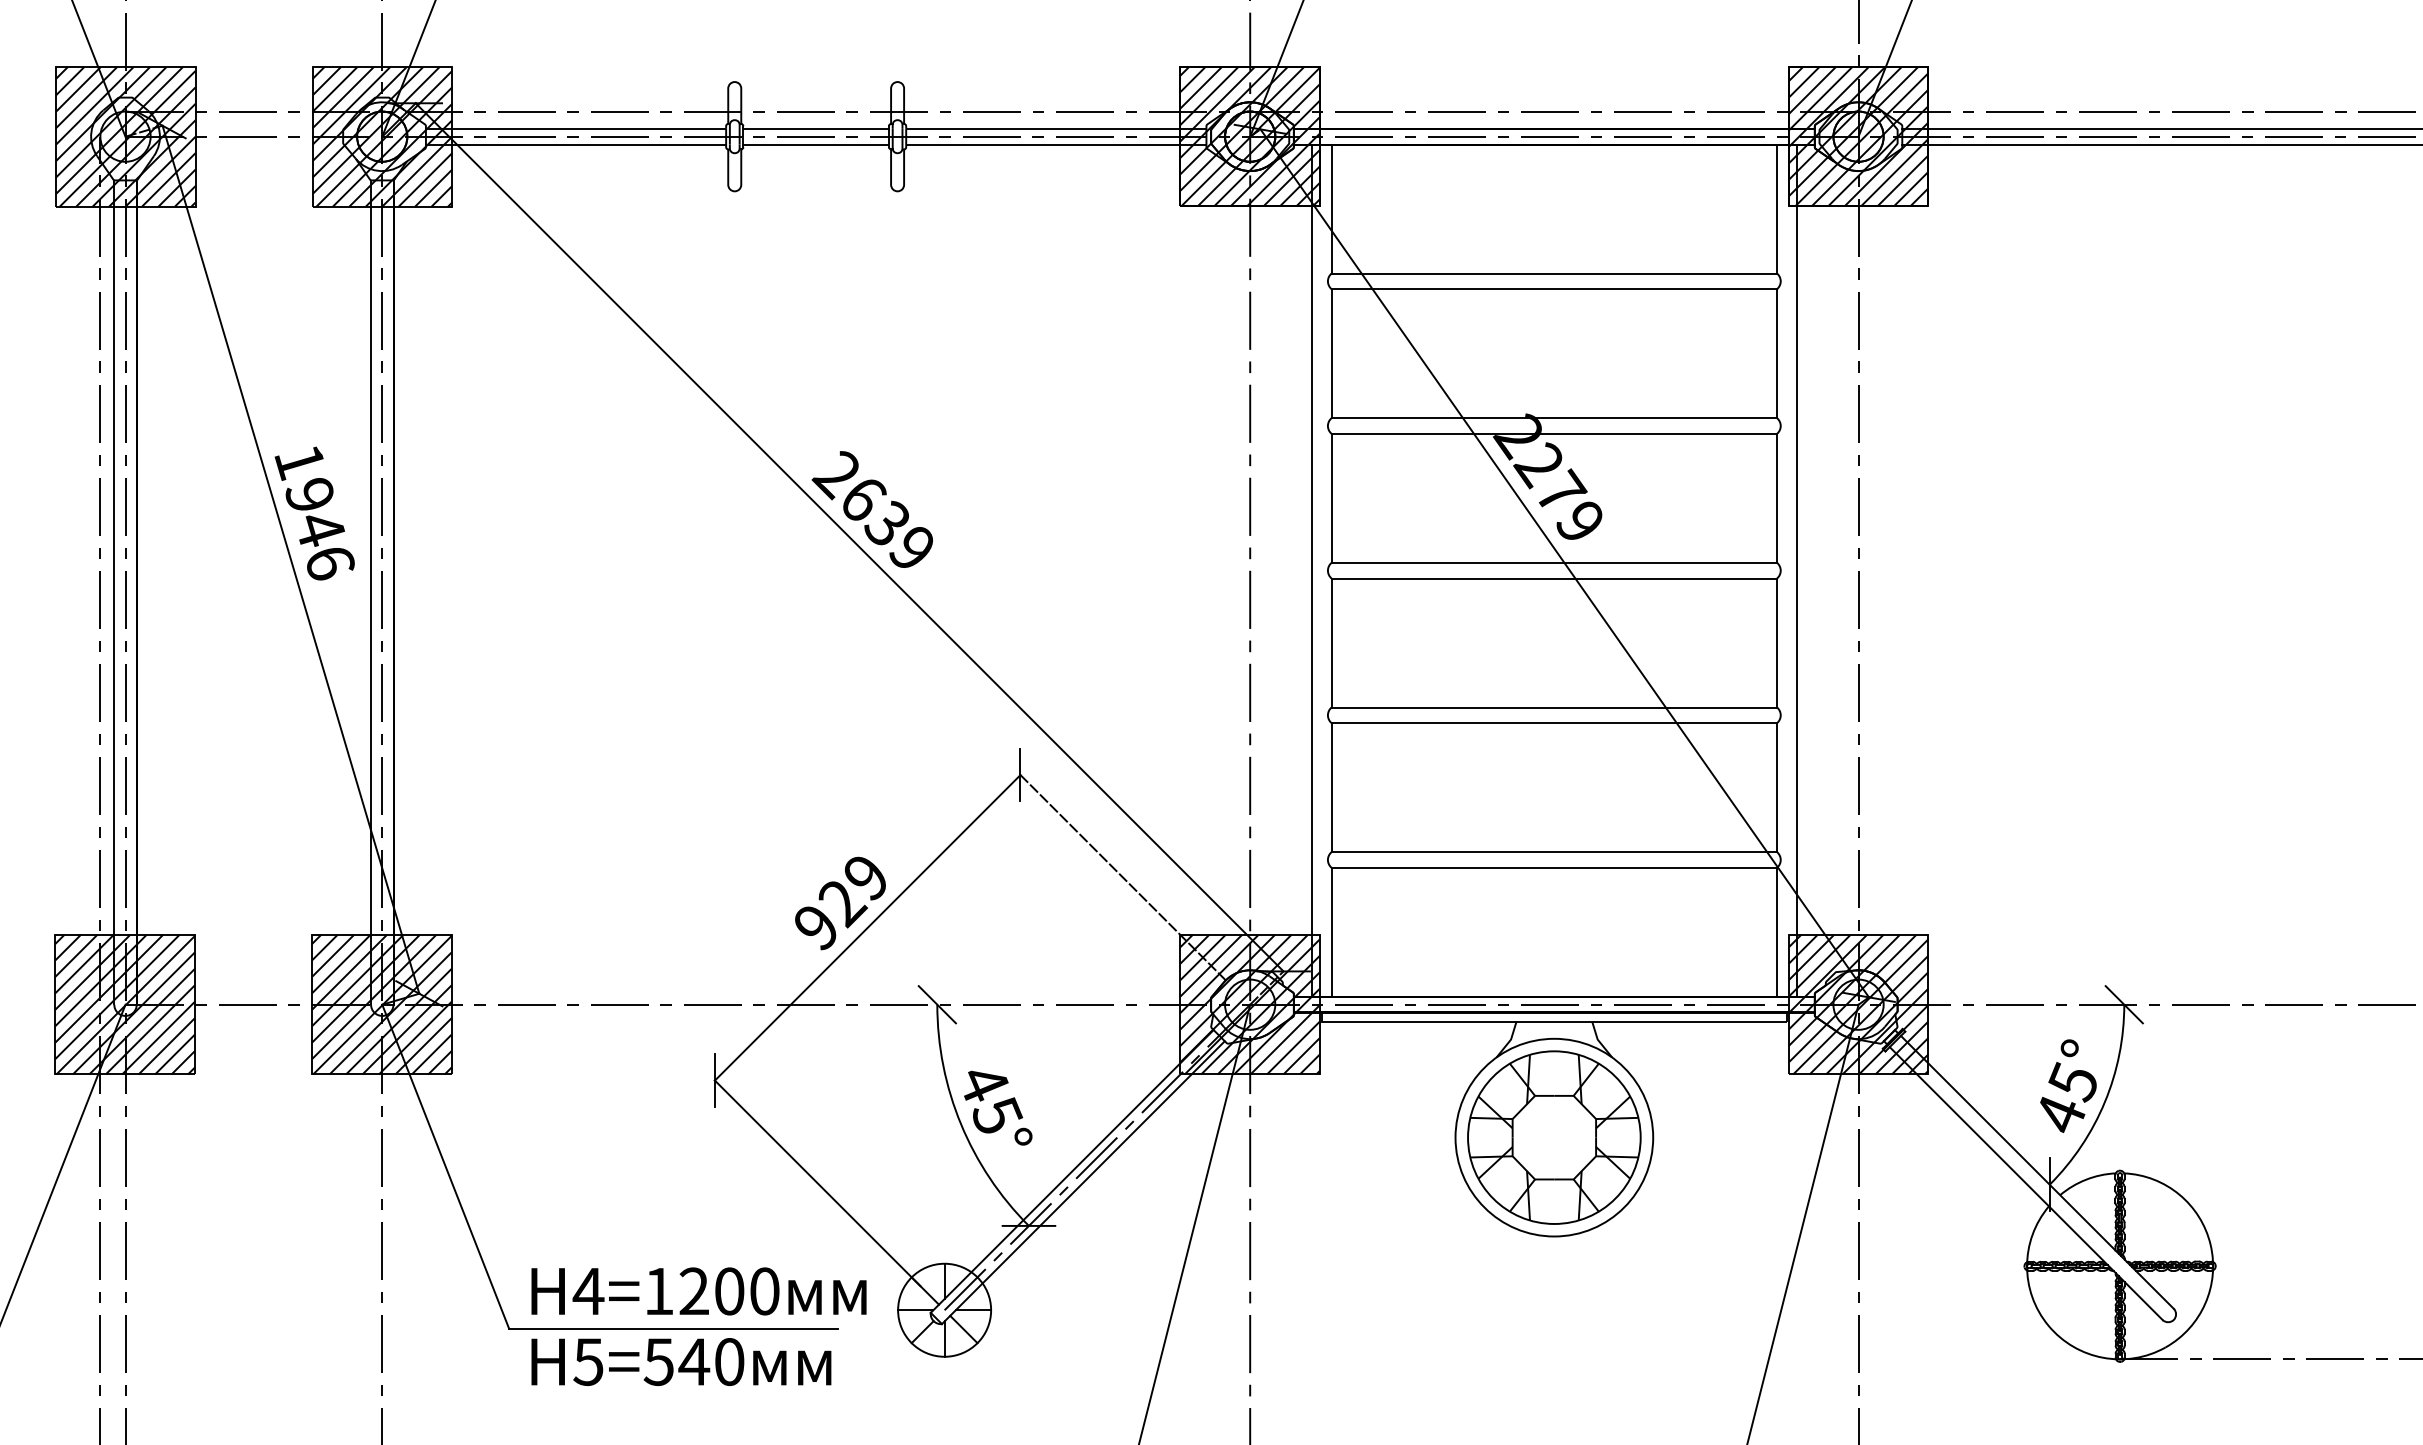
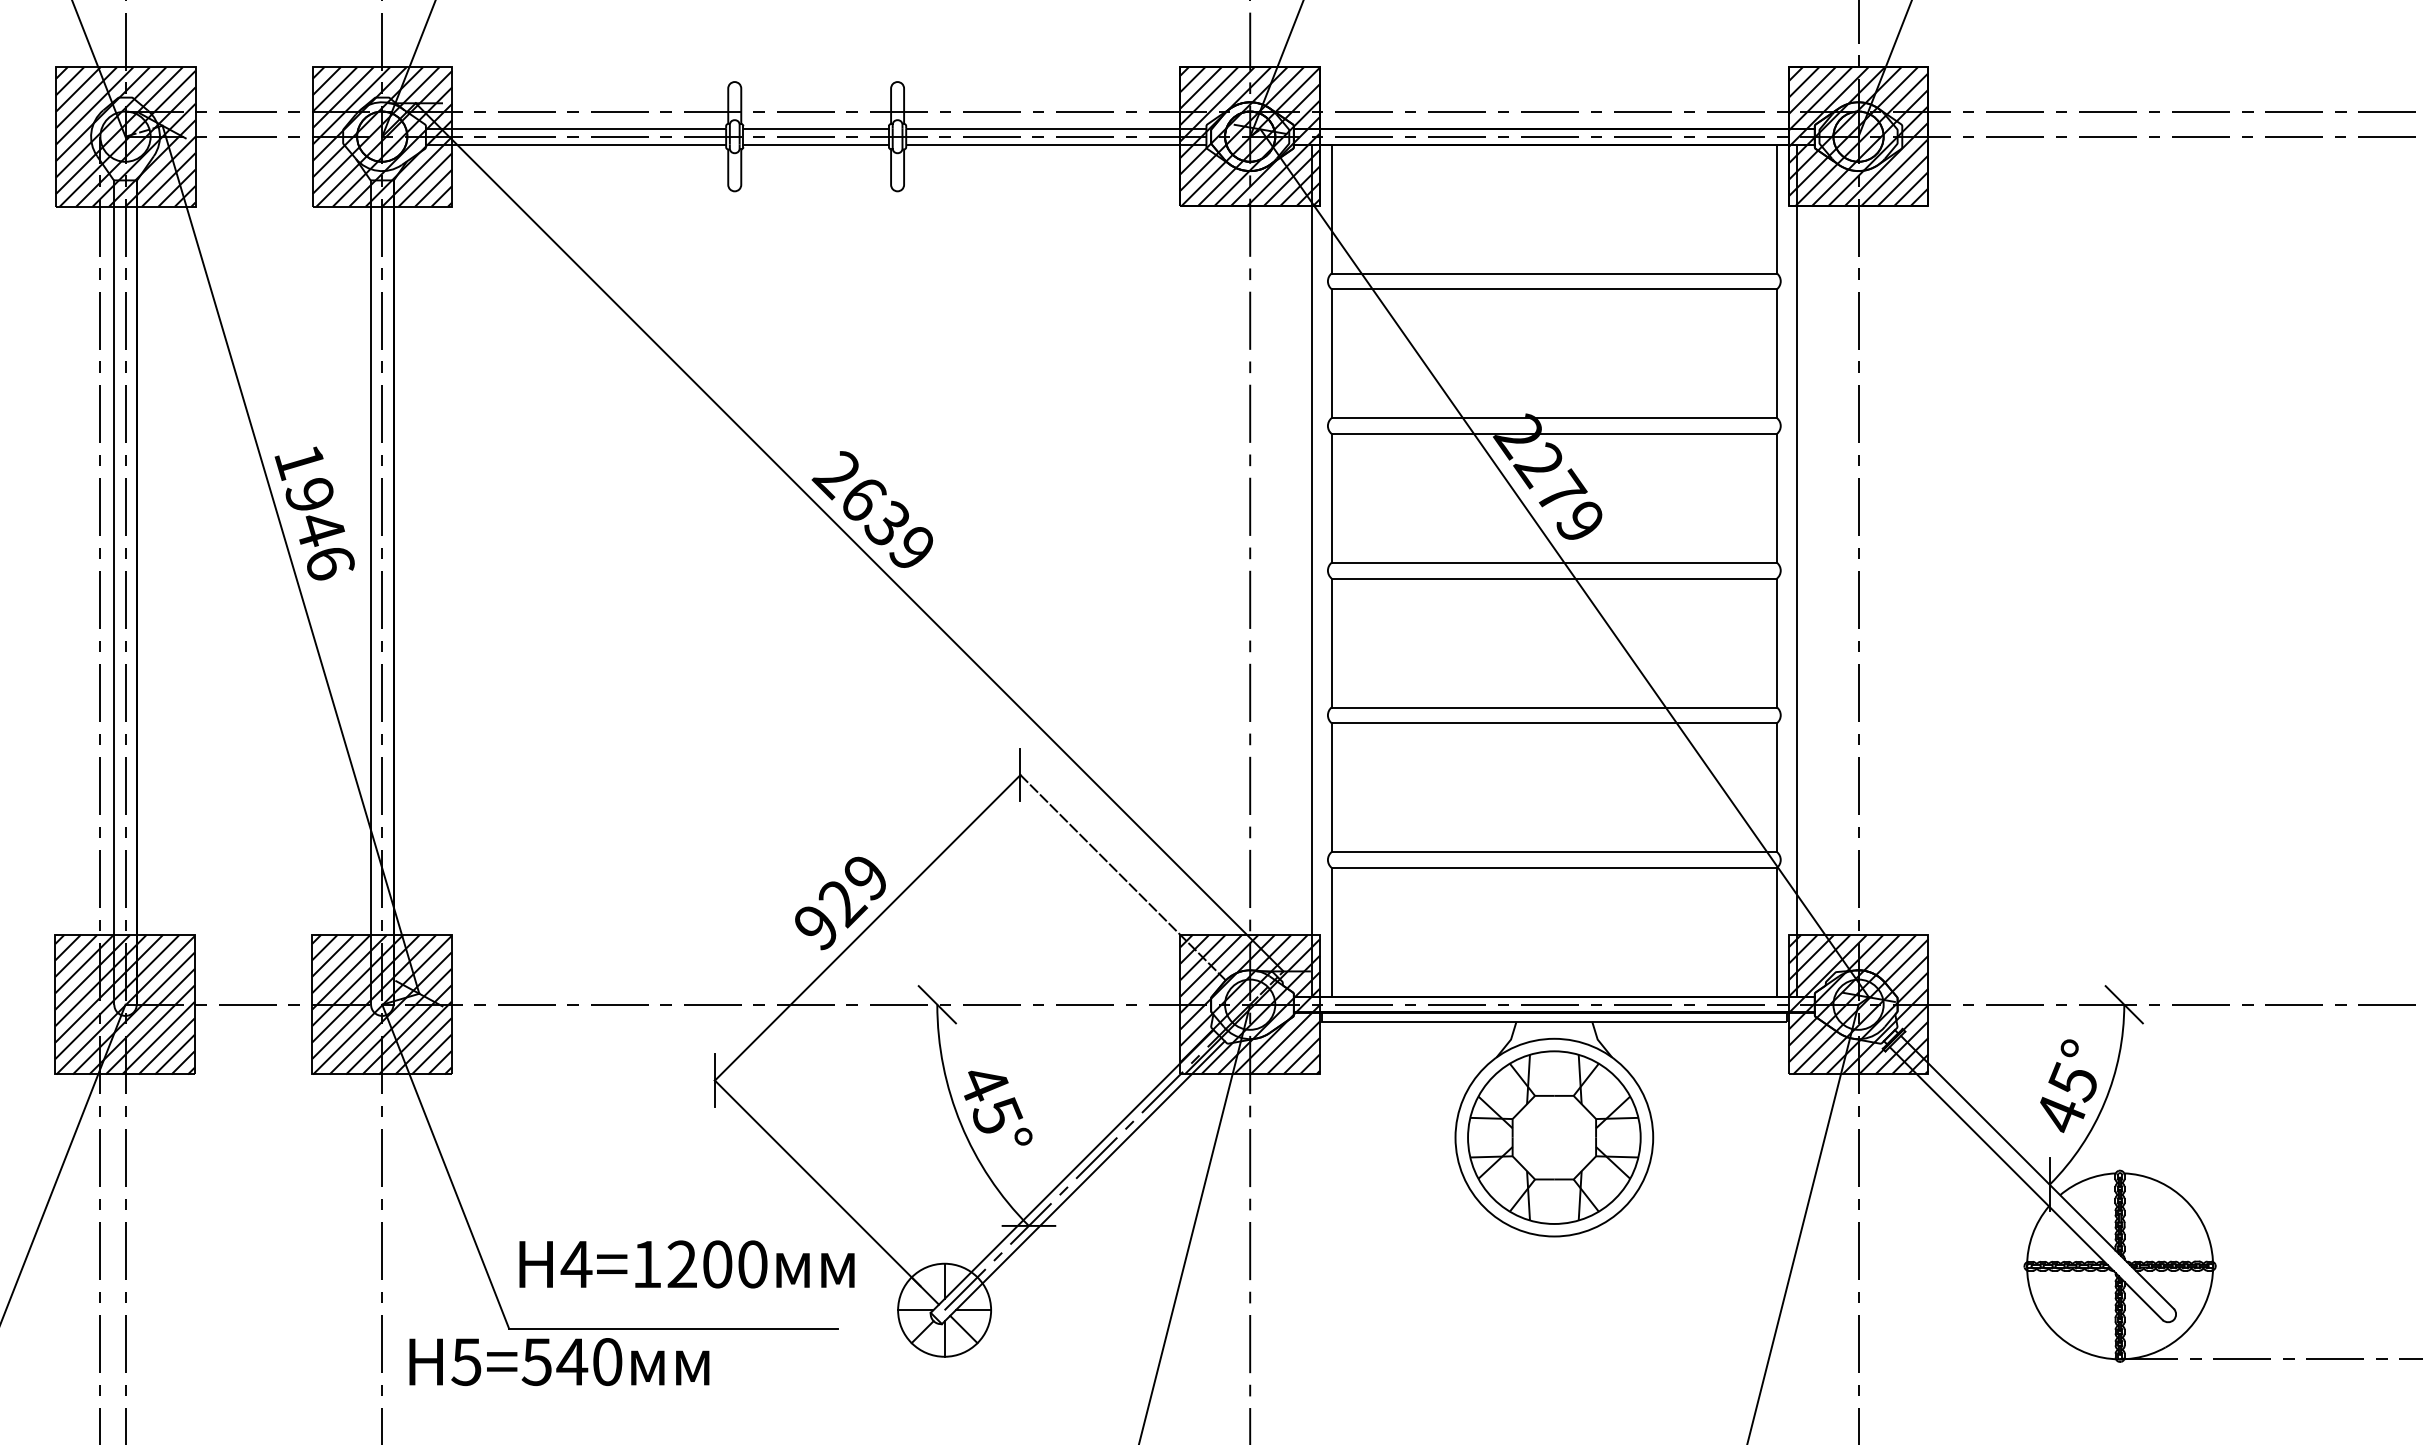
line at (2160, 128): present -> none
line at (2160, 144): present -> none
text at (698, 1291) position: (698, 1291) -> (686, 1264)
text at (681, 1361) position: (681, 1361) -> (559, 1361)
